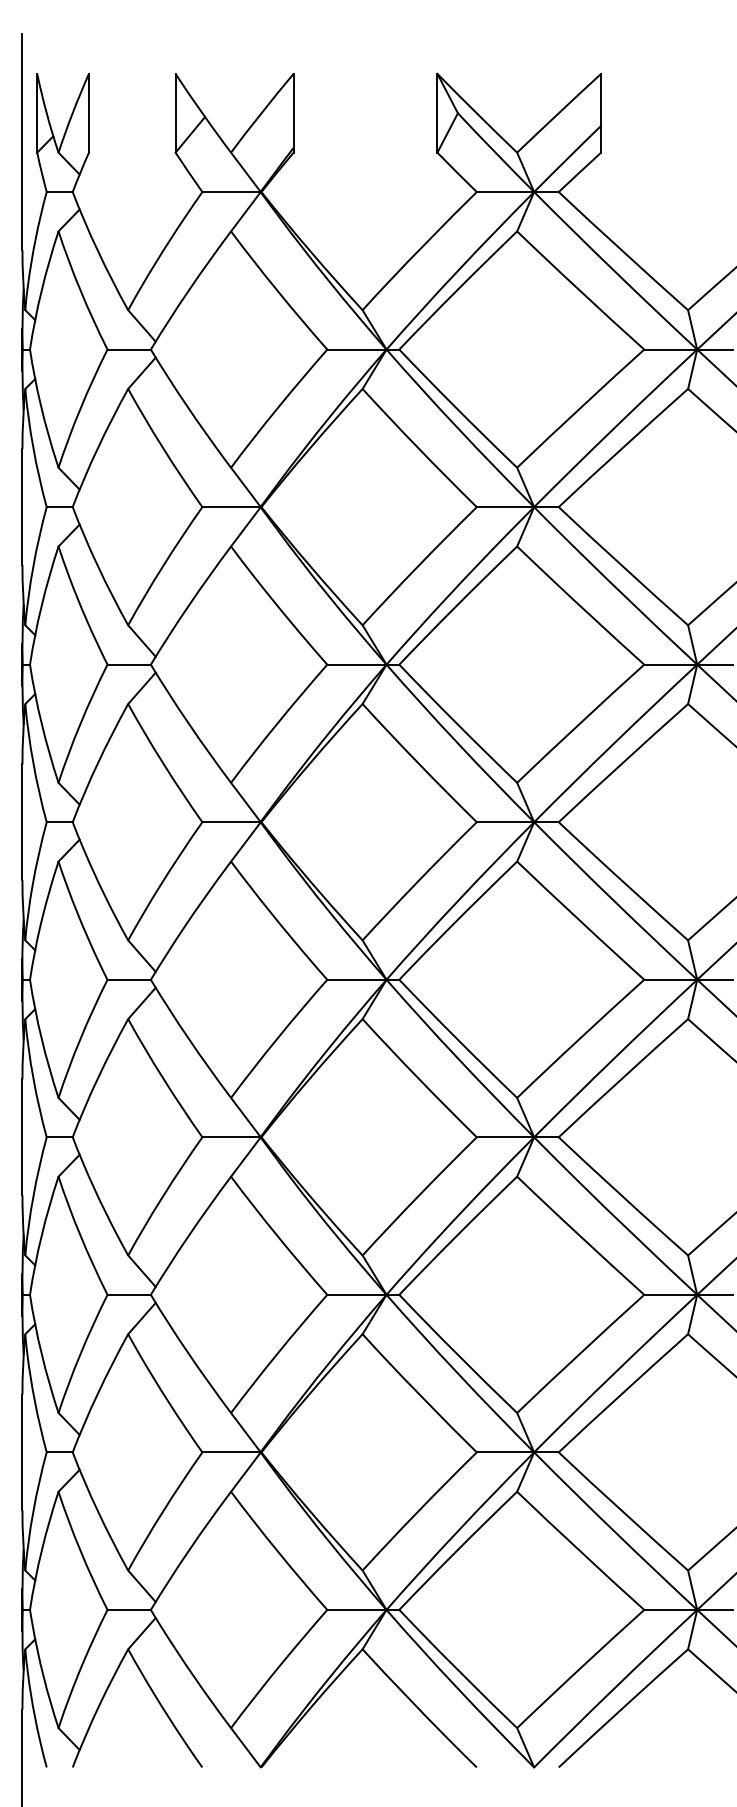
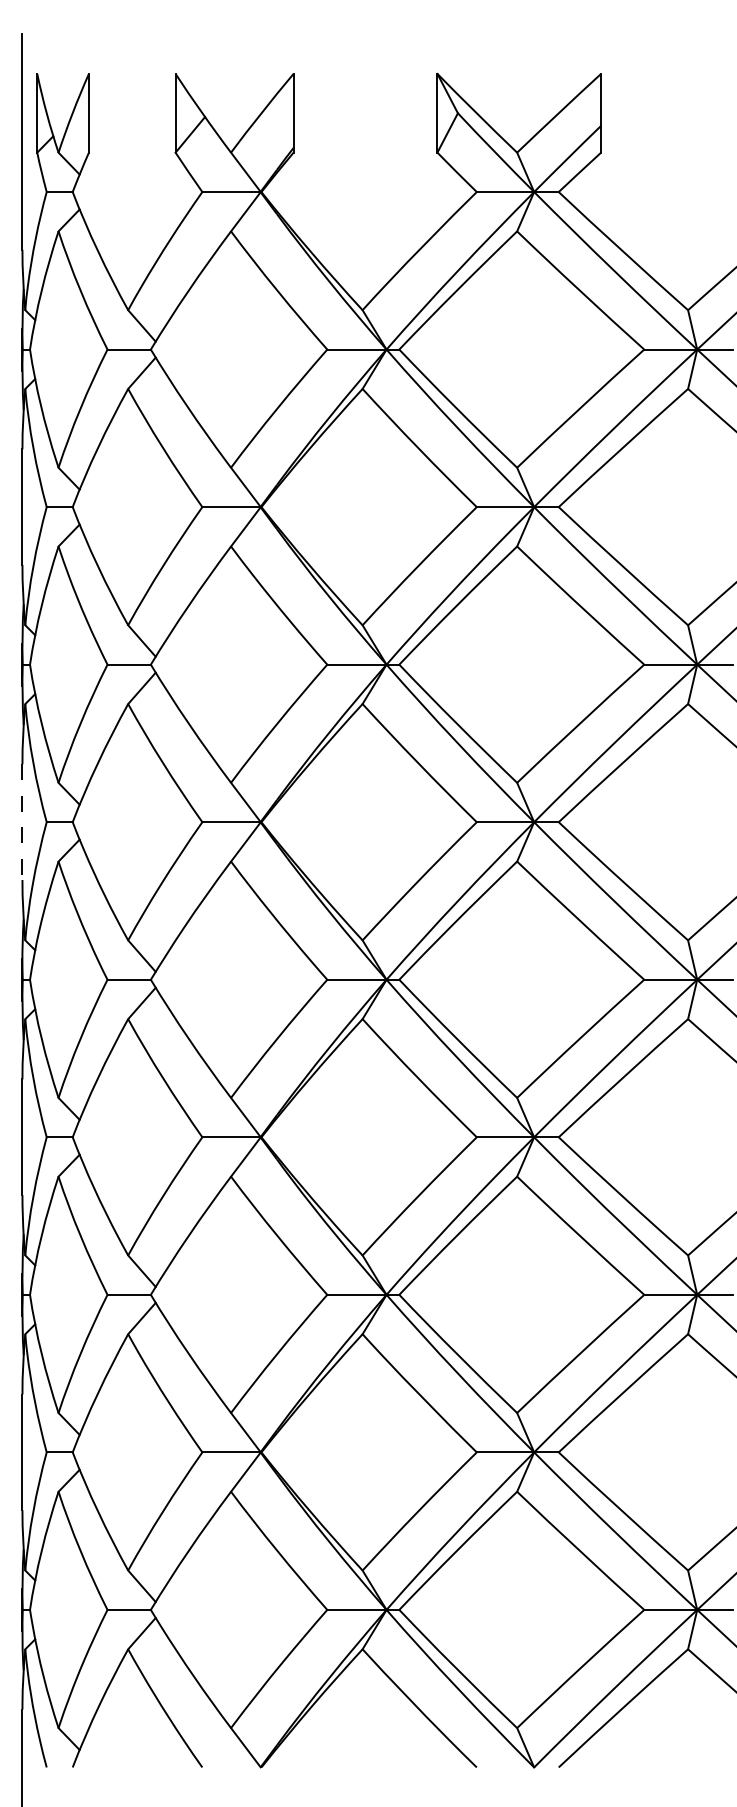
line at (22, 822): solid -> dashed
